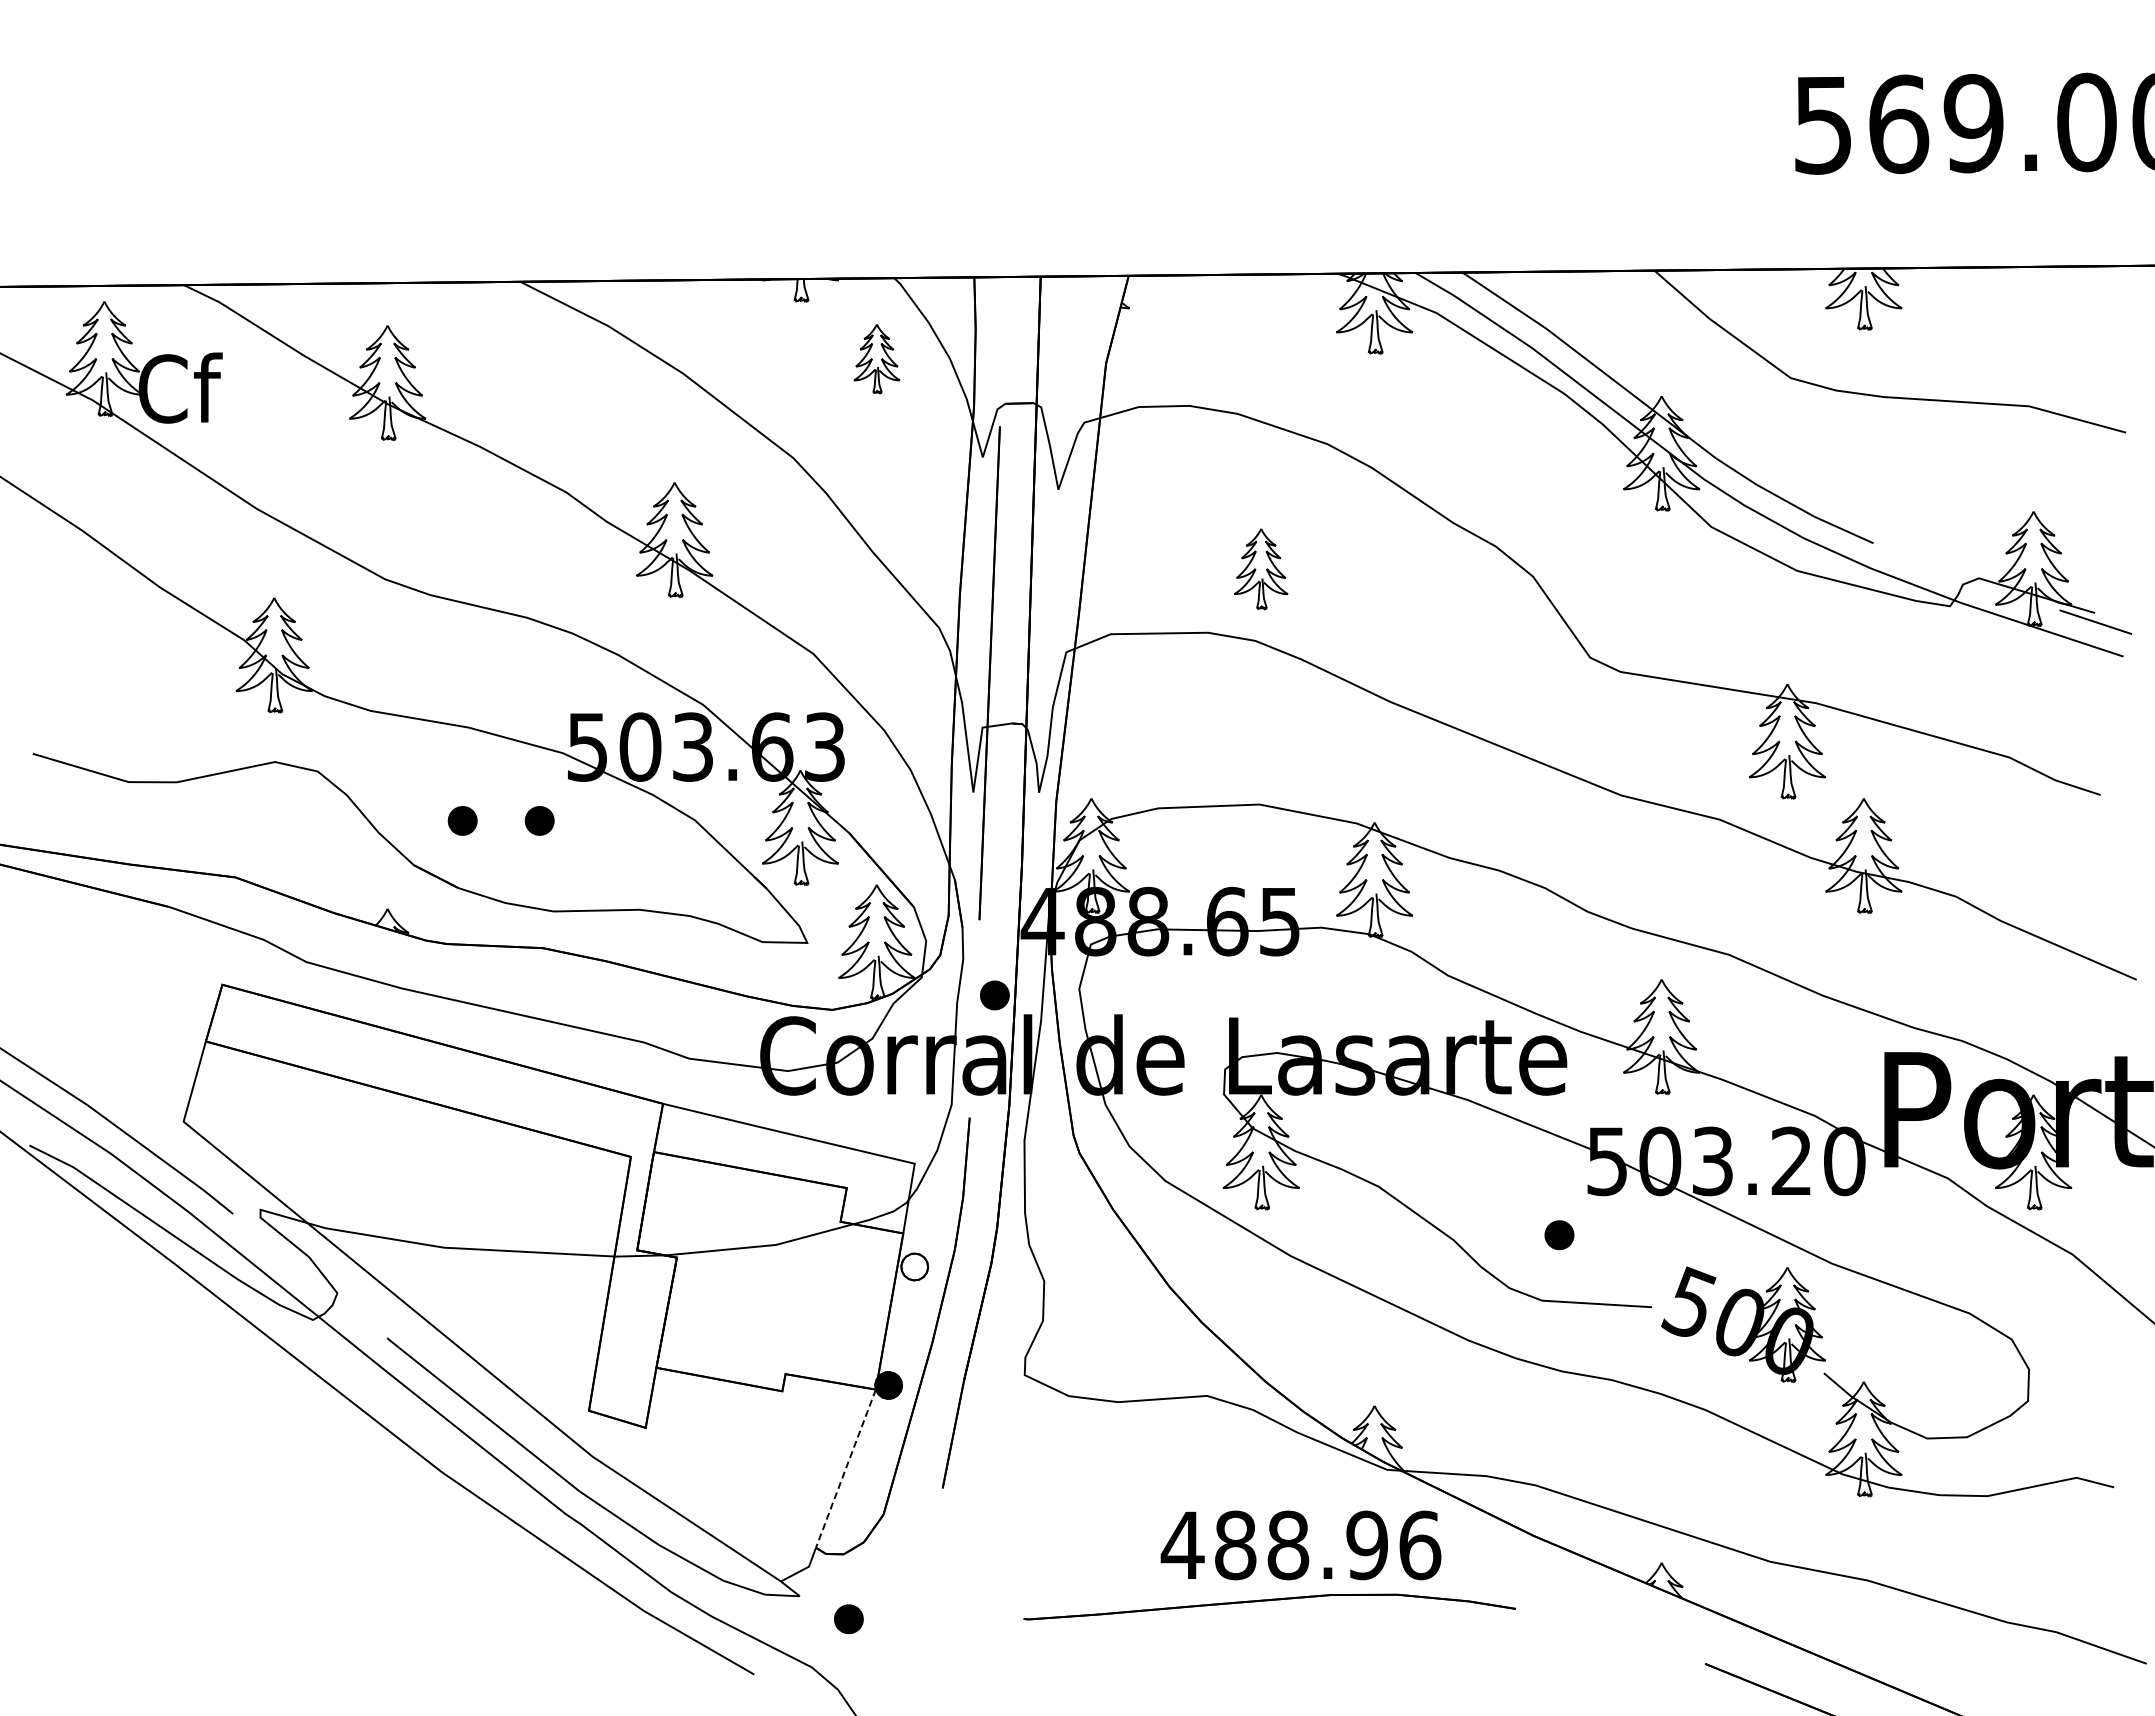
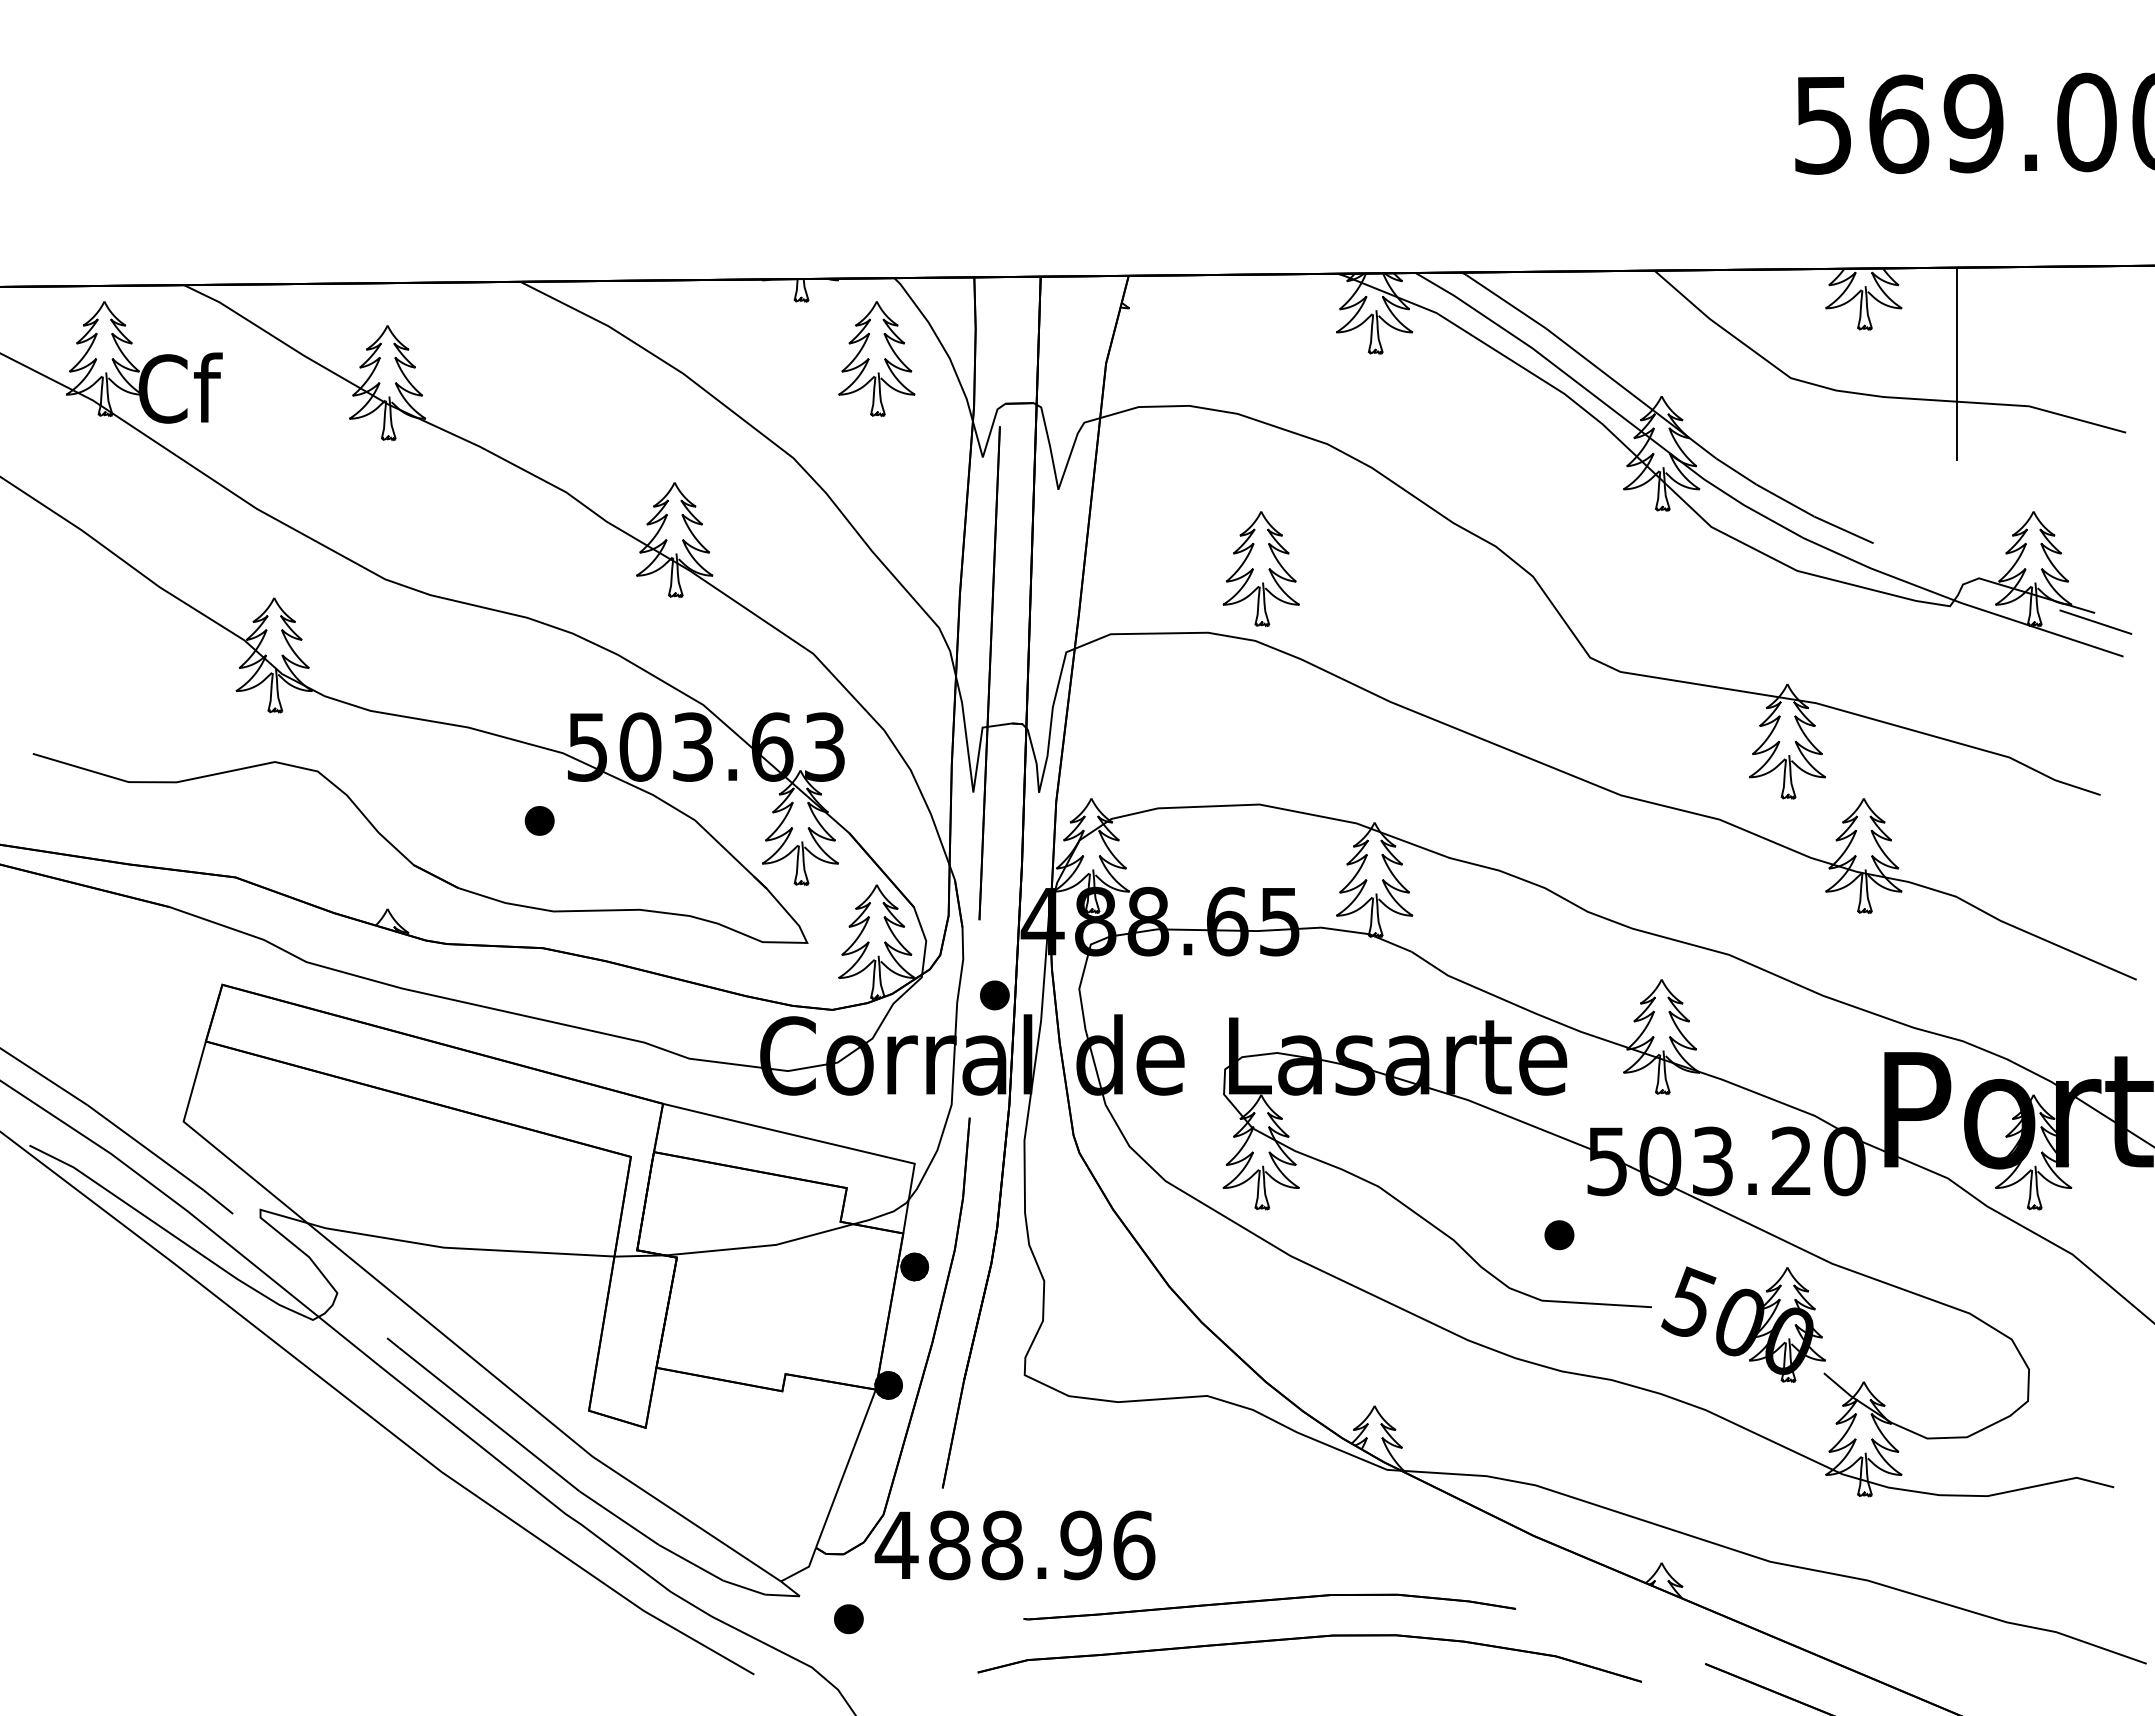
part at (876, 359) size: 48x71 px -> 78x116 px
line at (1956, 363): none -> present
part at (1261, 569) size: 55x83 px -> 78x117 px
part at (462, 820): present -> none
fill at (914, 1266): none -> present
line at (845, 1468): dashed -> solid
text at (1300, 1545) position: (1300, 1545) -> (1014, 1545)
part at (1309, 1638): none -> present
